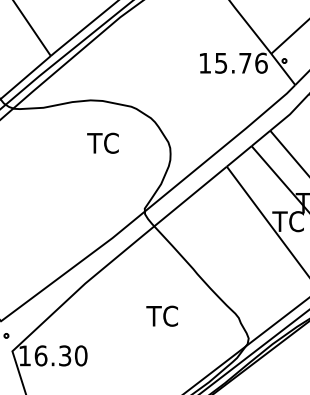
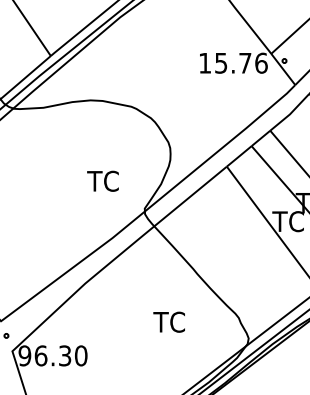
text at (102, 142) position: (102, 142) -> (102, 180)
text at (161, 315) position: (161, 315) -> (168, 321)
text at (24, 355): 16.30 -> 96.30
